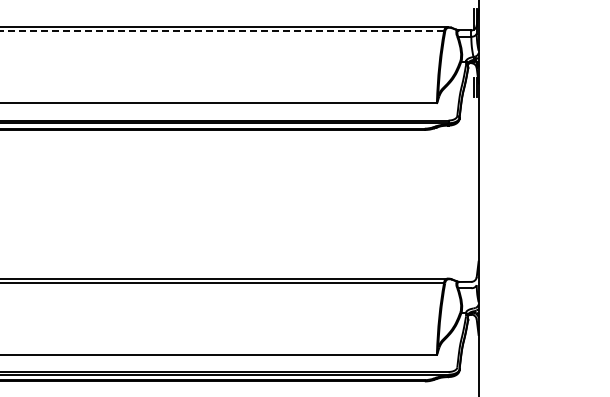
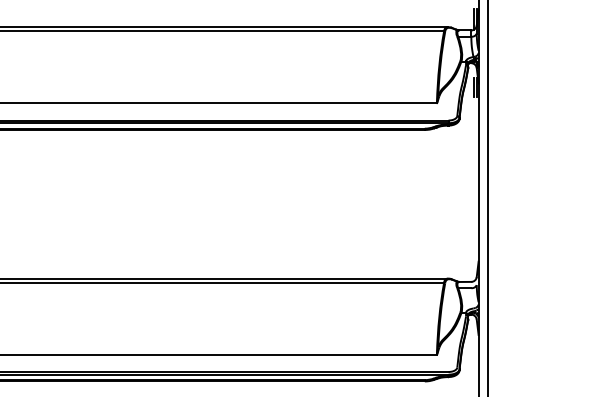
line at (222, 31): dashed -> solid
line at (487, 197): none -> present
